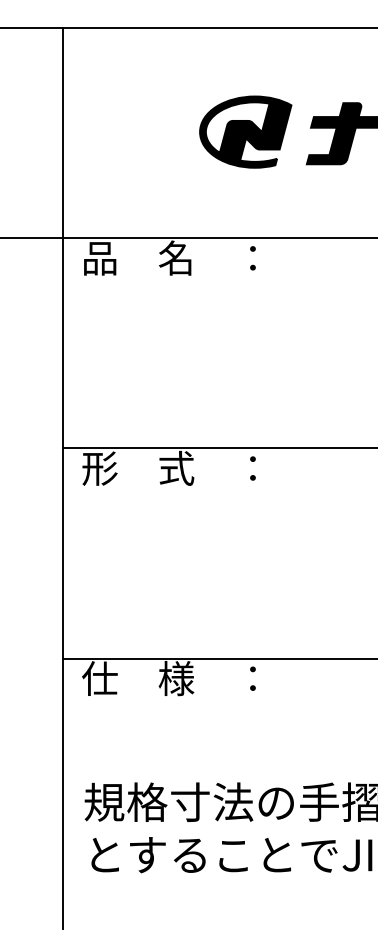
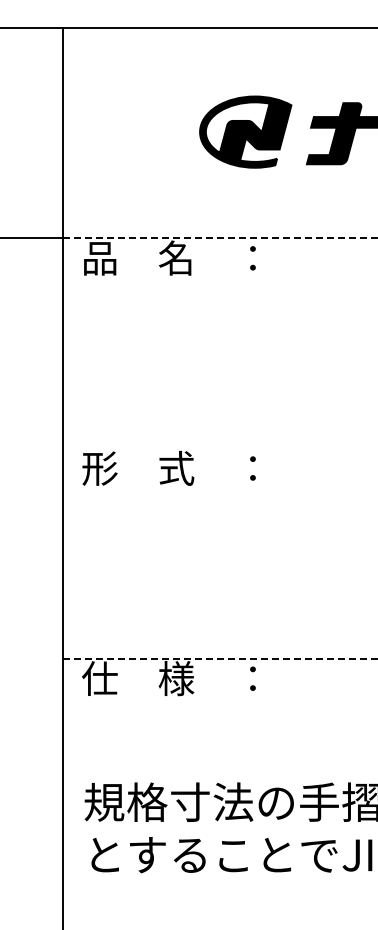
line at (220, 238): solid -> dashed
line at (218, 448): present -> none
line at (220, 658): solid -> dashed
